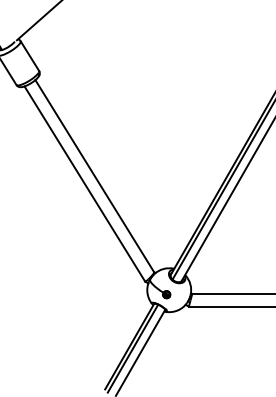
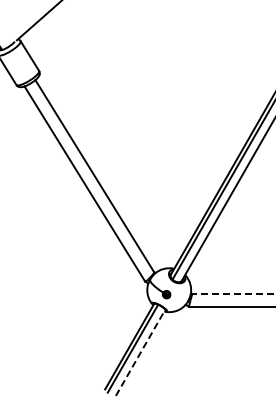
line at (233, 294): solid -> dashed
line at (140, 352): solid -> dashed
